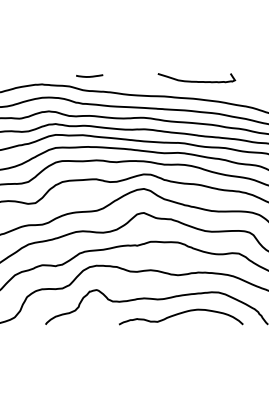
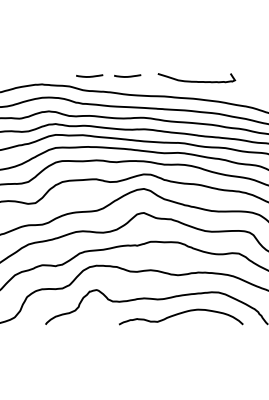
curve at (127, 76): none -> present
